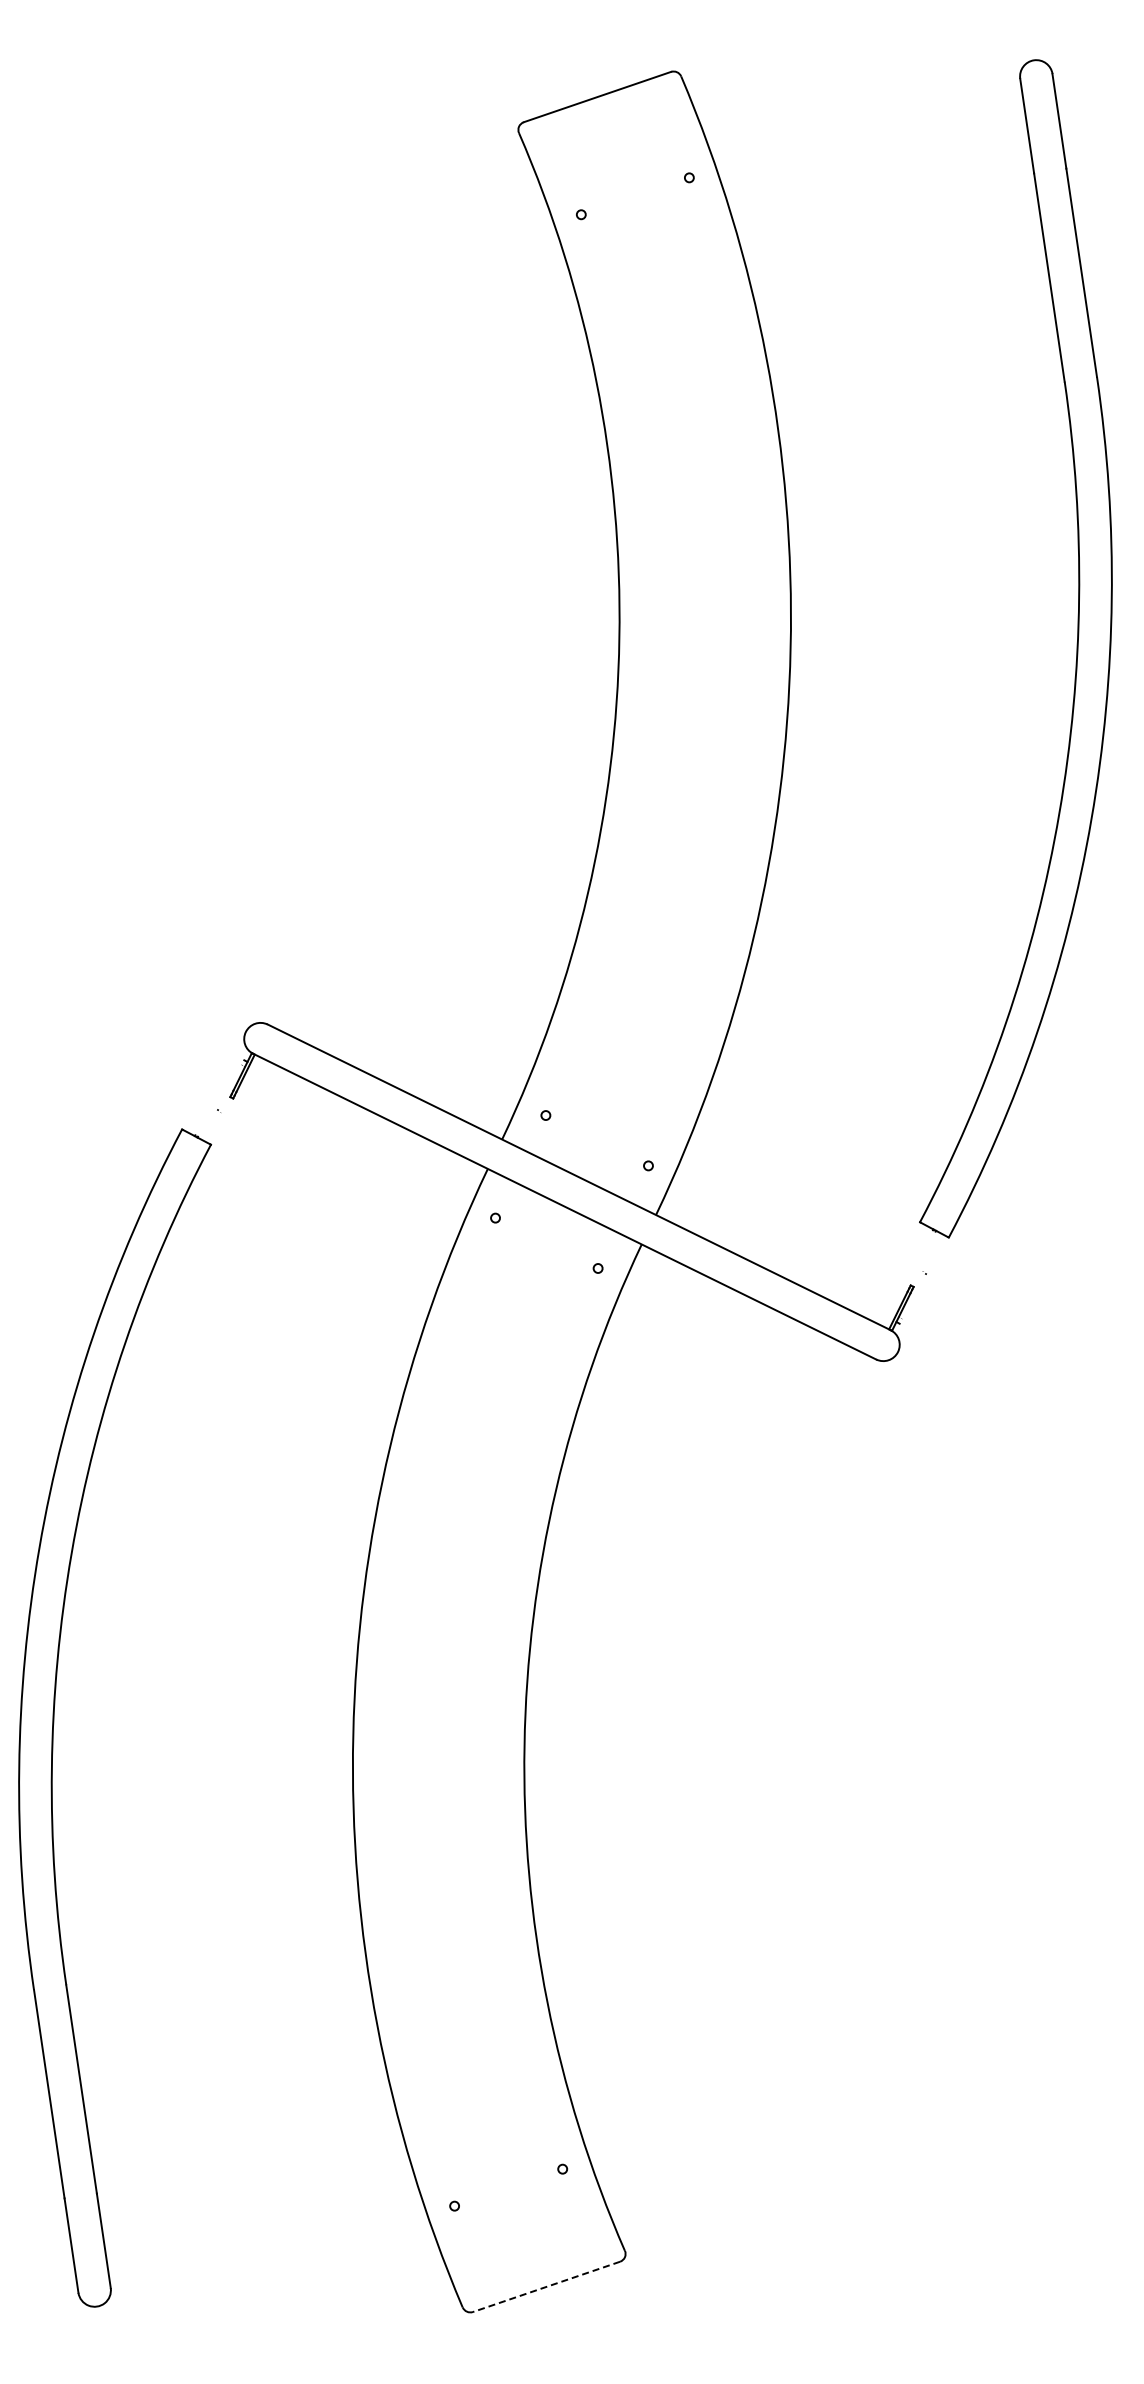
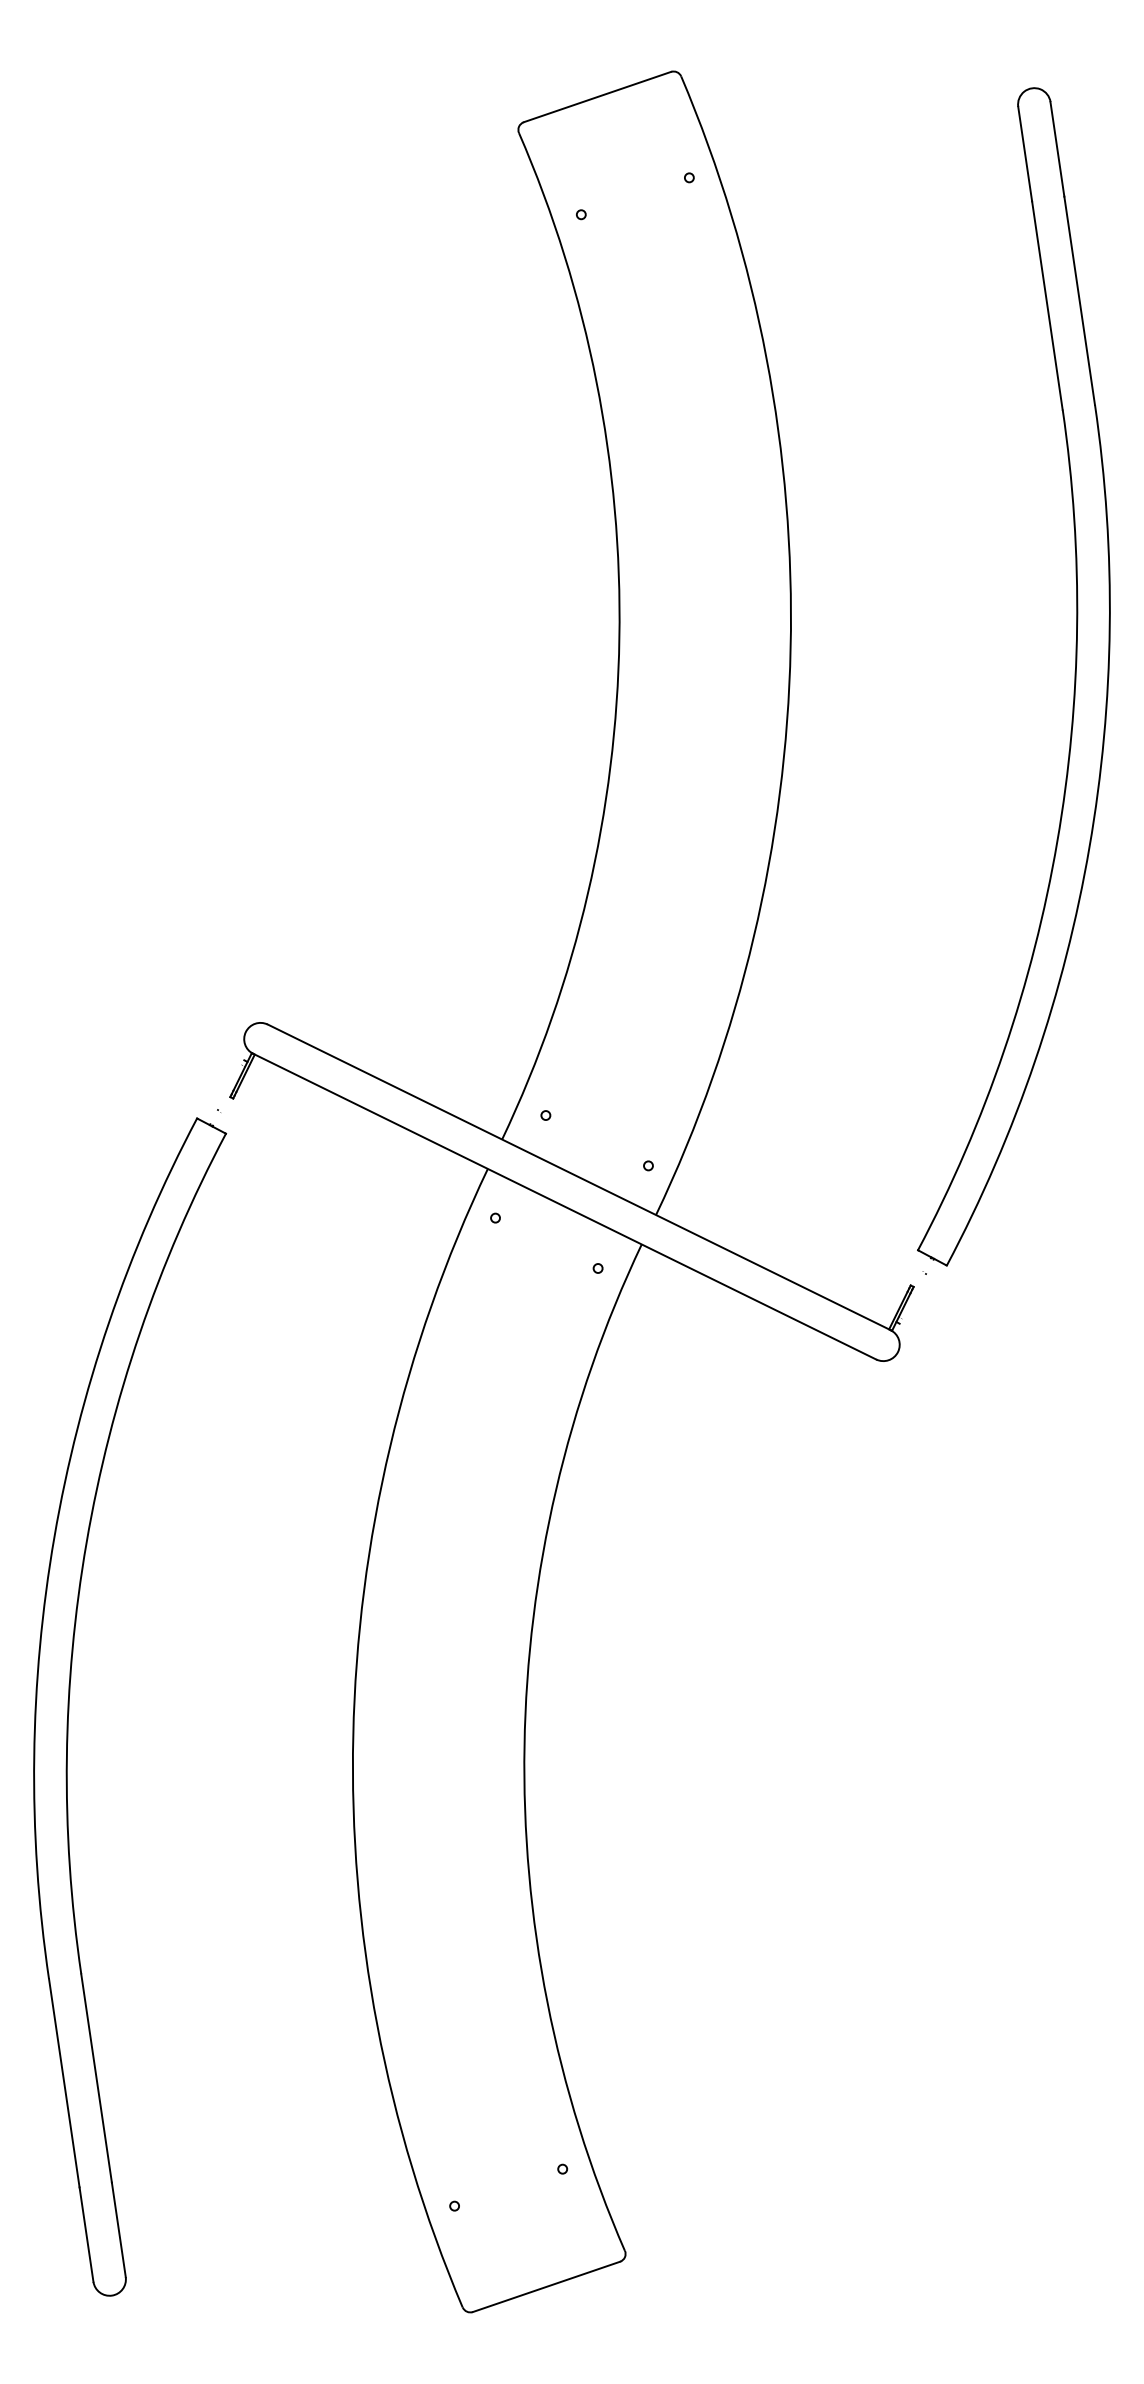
part at (1076, 648) position: (1076, 648) -> (1074, 676)
part at (54, 1717) position: (54, 1717) -> (69, 1706)
line at (546, 2286): dashed -> solid
